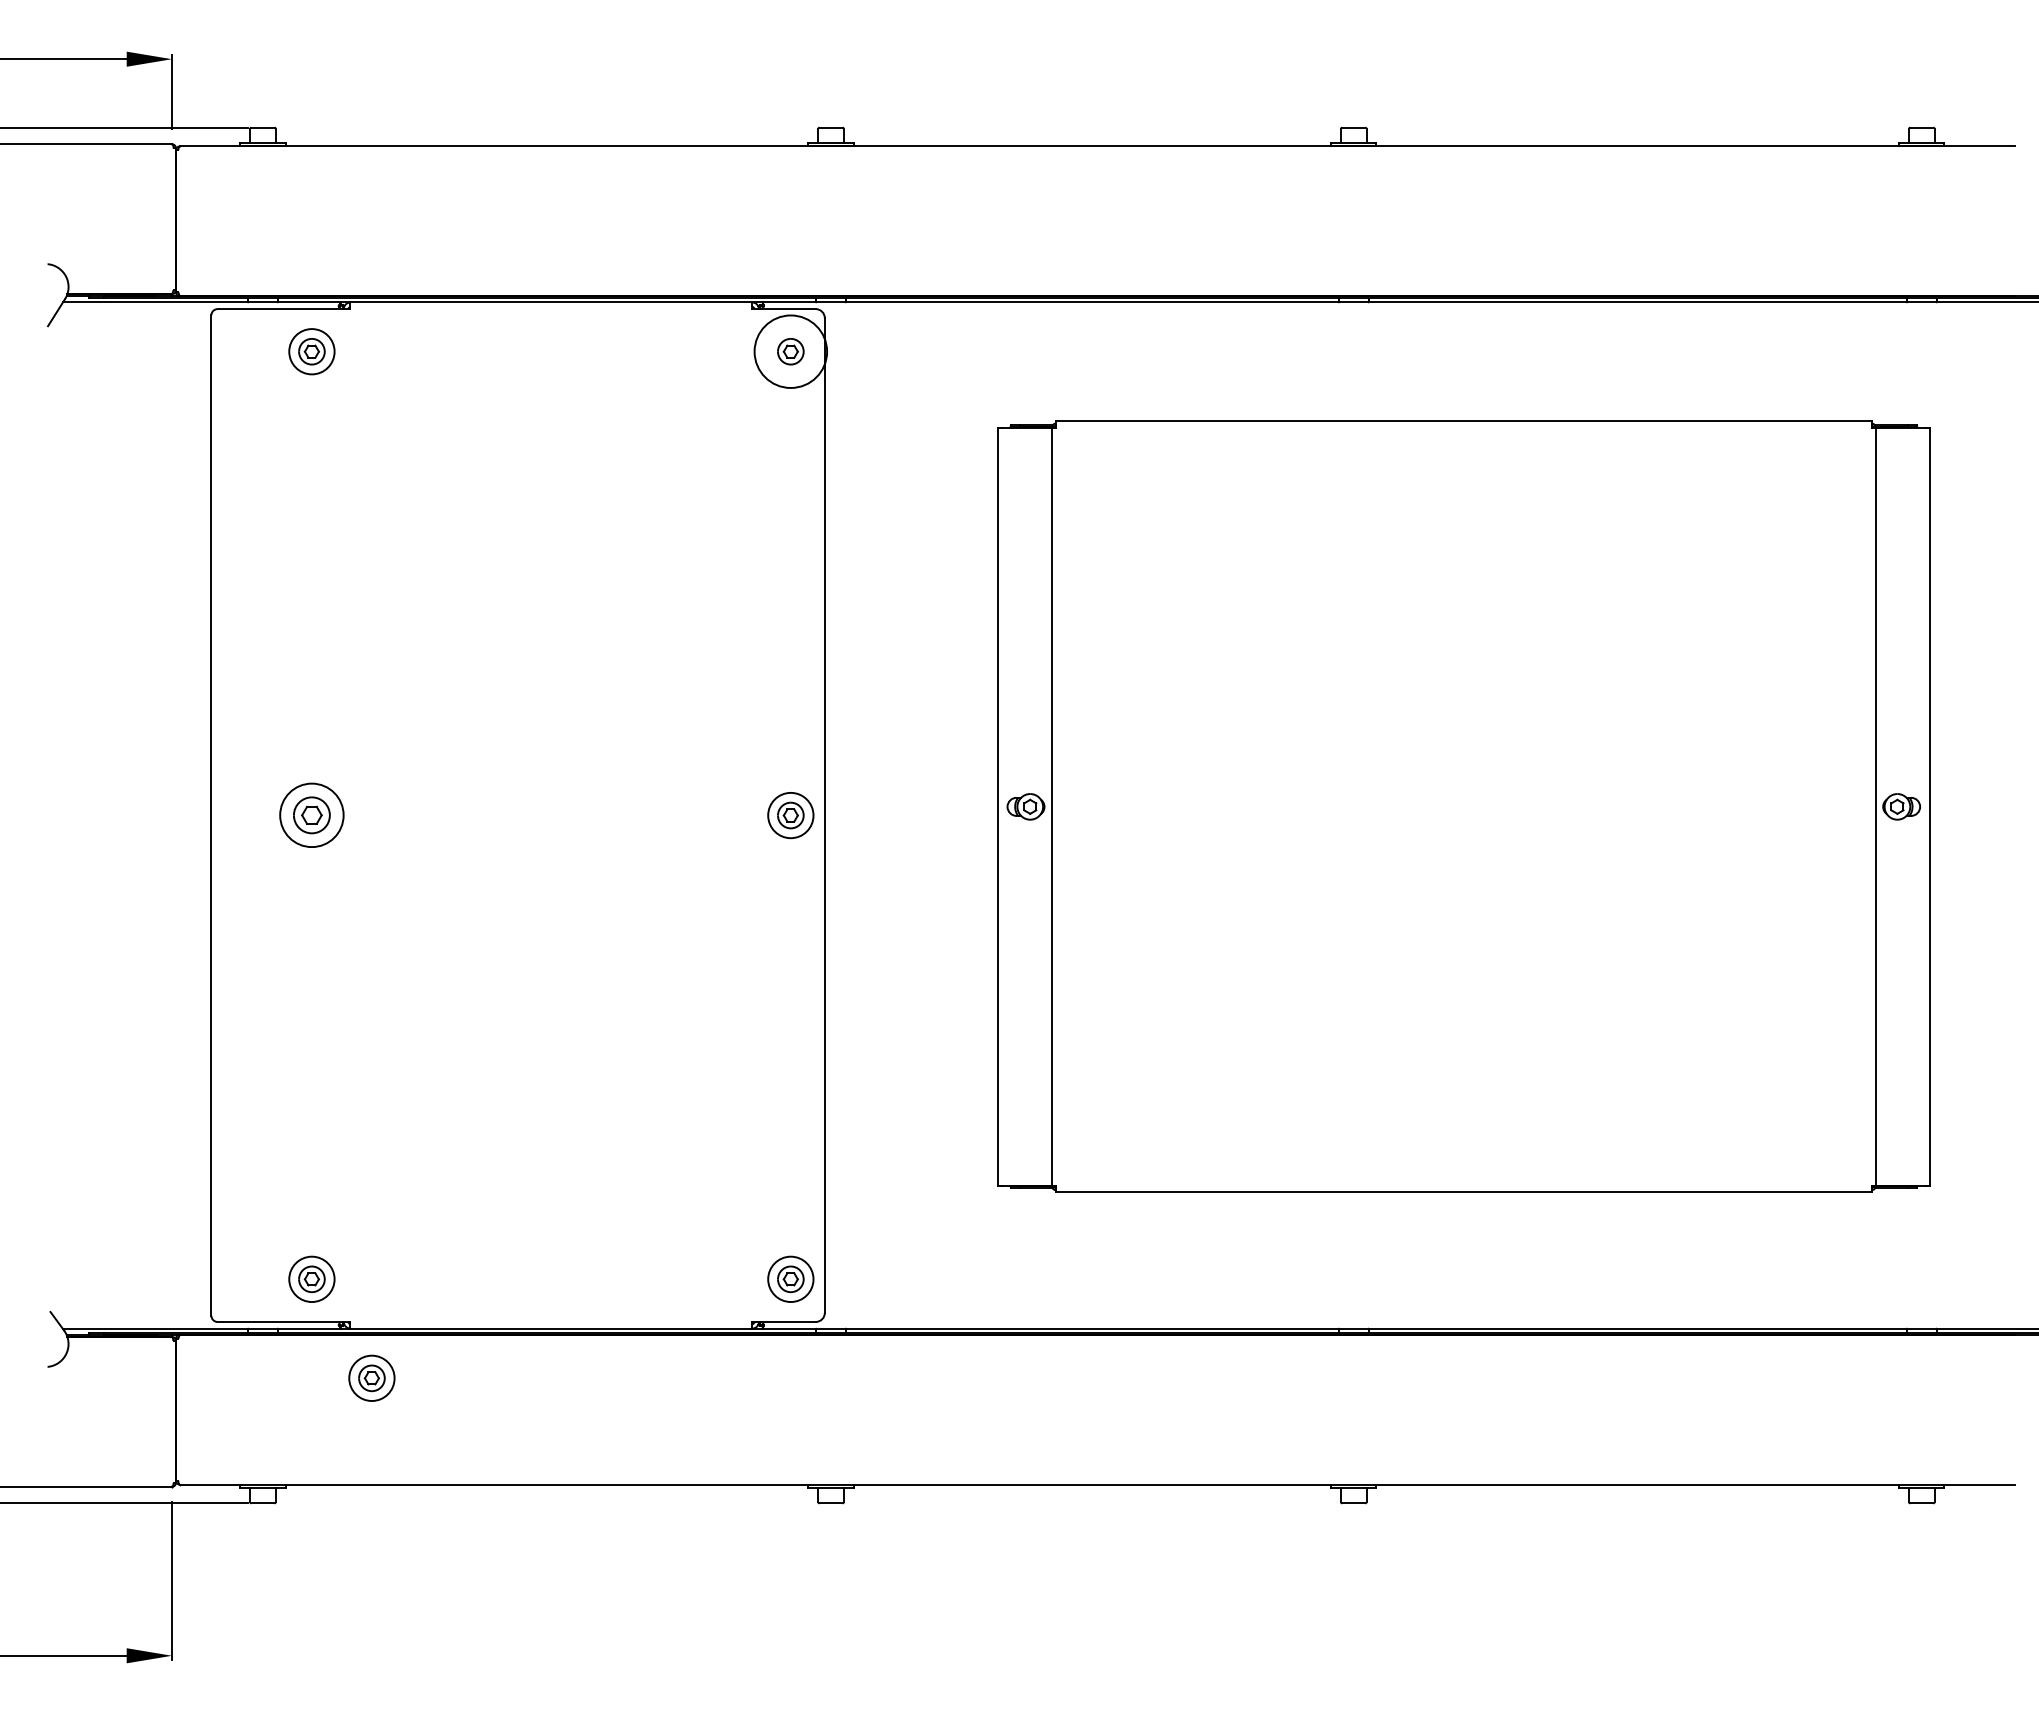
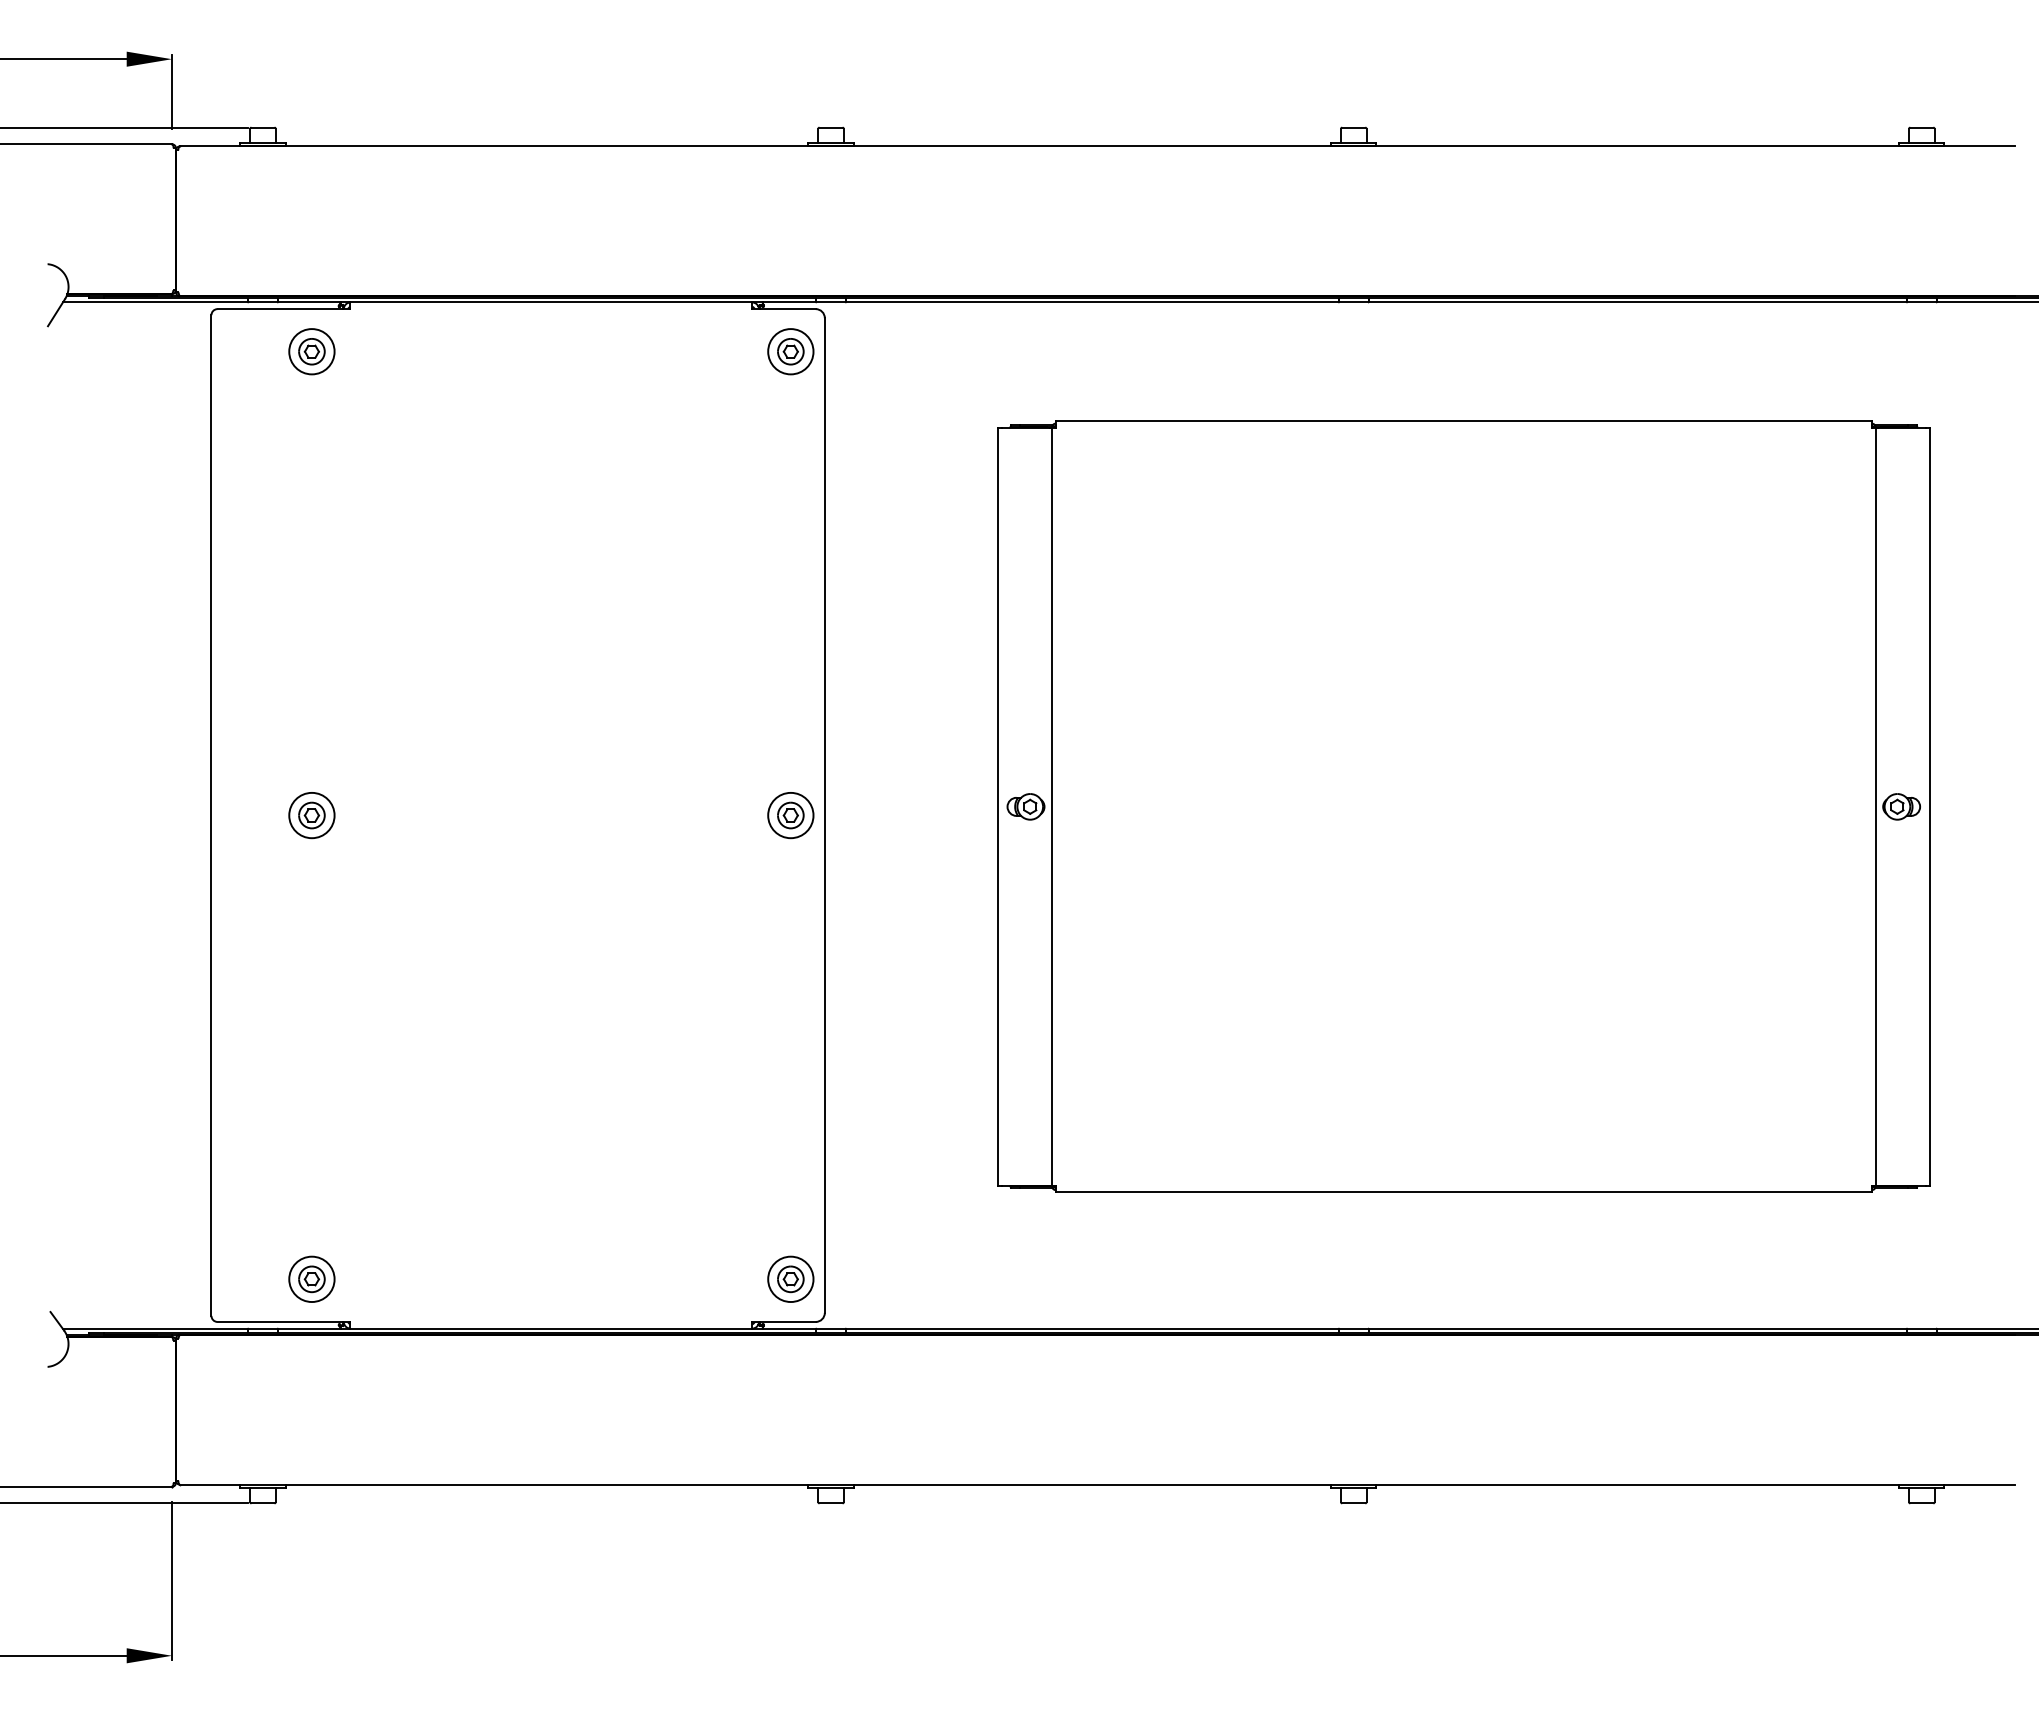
circle at (790, 351) diameter: 73 px -> 45 px
part at (311, 814) size: 66x66 px -> 48x48 px
part at (371, 1377): present -> none
